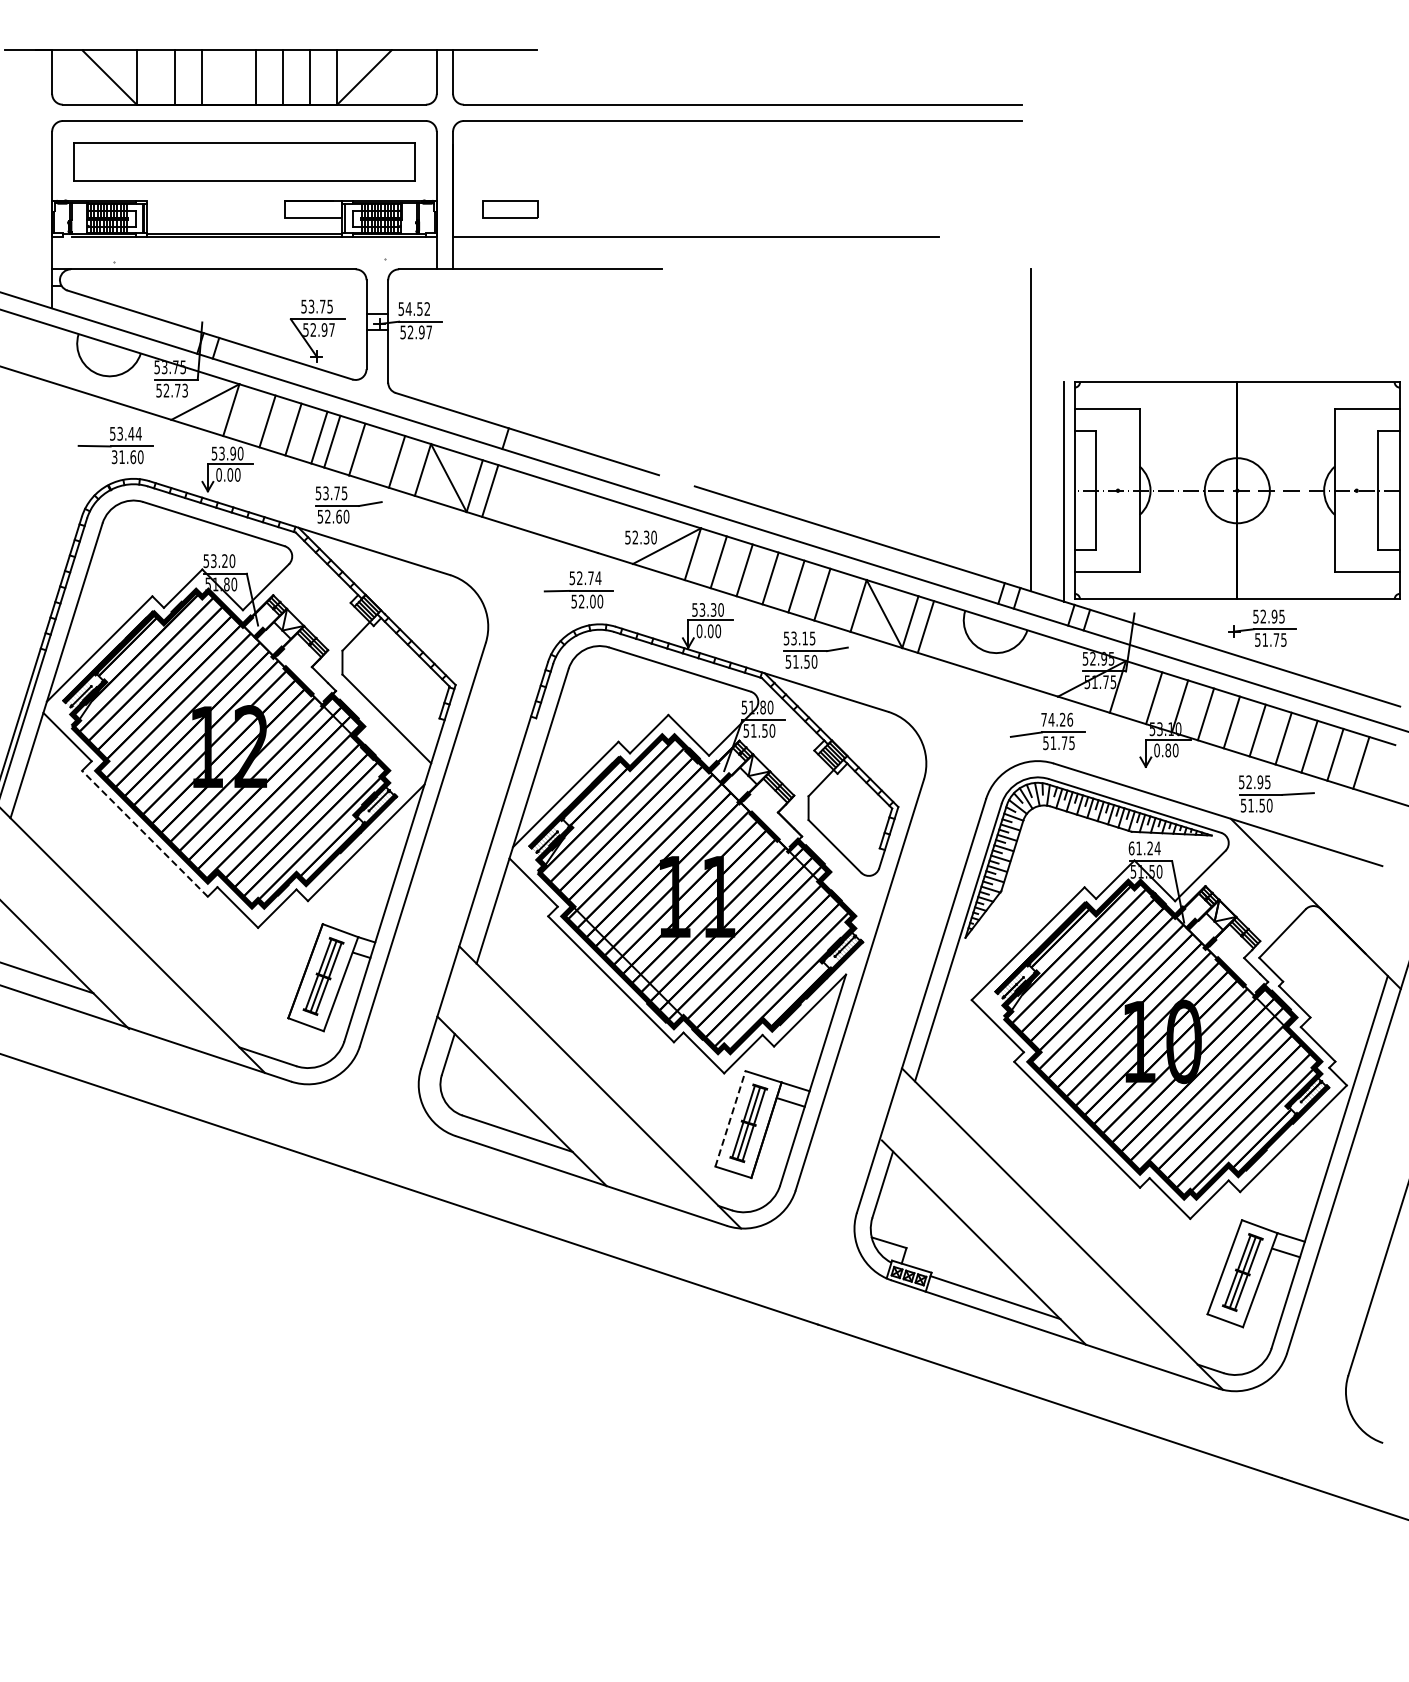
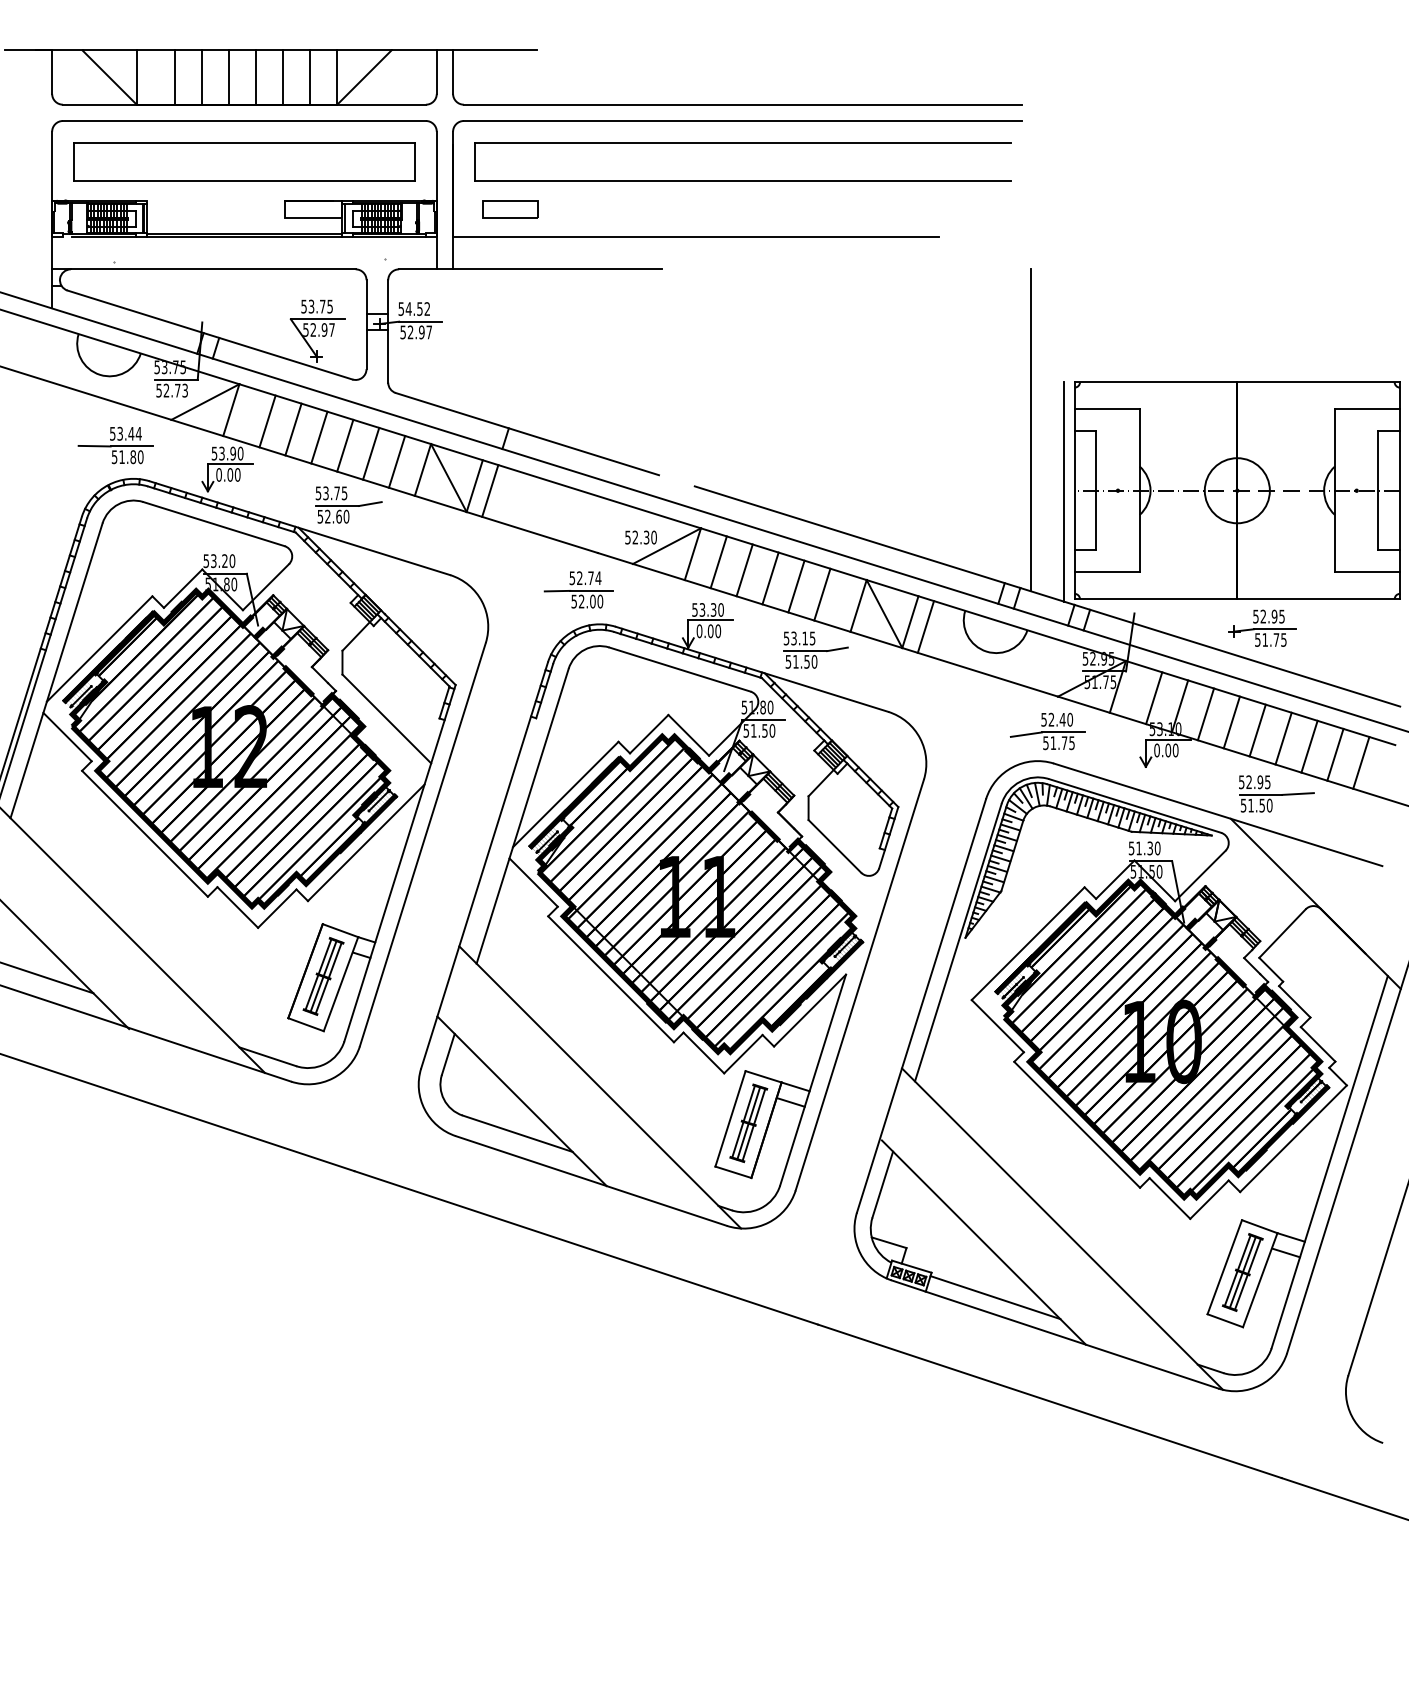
line at (228, 77): none -> present
part at (742, 143): none -> present
line at (332, 441) position: (332, 441) -> (345, 445)
line at (357, 449) position: (357, 449) -> (371, 453)
text at (124, 456): 31.60 -> 51.80
text at (1057, 719): 74.26 -> 52.40
text at (1168, 750): 0.80 -> 0.00
line at (144, 833): dashed -> solid
text at (1144, 848): 61.24 -> 51.30
line at (730, 1118): dashed -> solid
